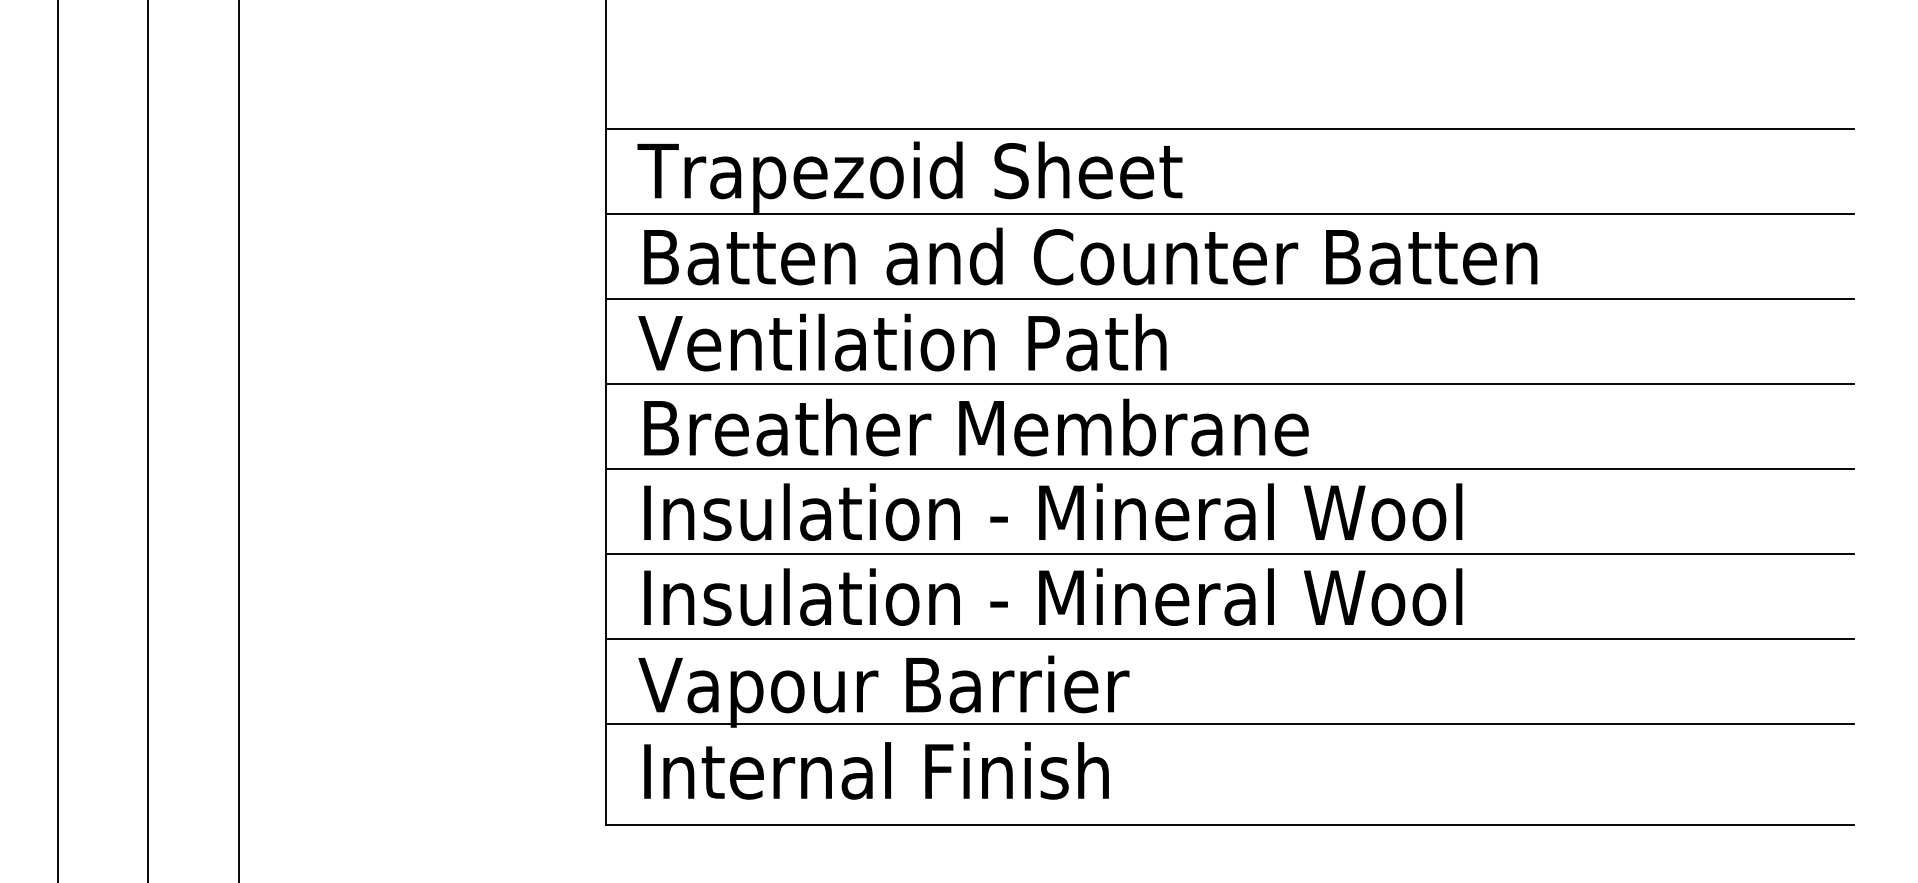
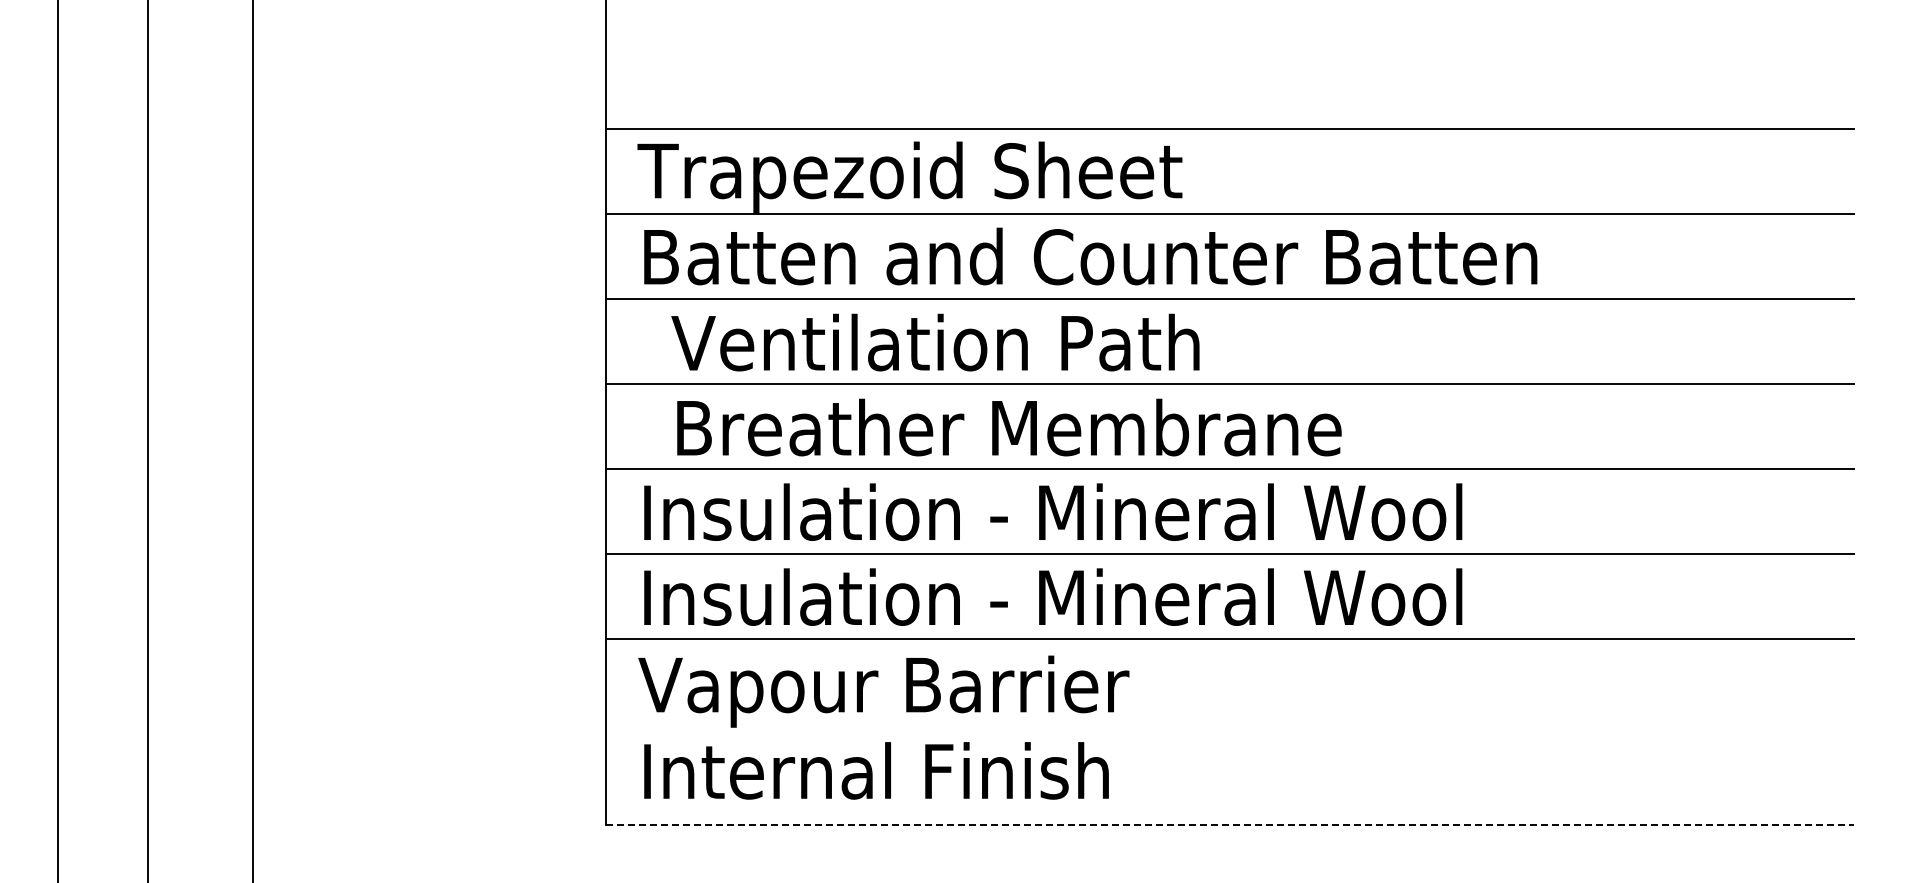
text at (902, 342) position: (902, 342) -> (935, 342)
text at (976, 427) position: (976, 427) -> (1009, 427)
line at (238, 440) position: (238, 440) -> (252, 440)
line at (1229, 723): present -> none
line at (1229, 825): solid -> dashed
